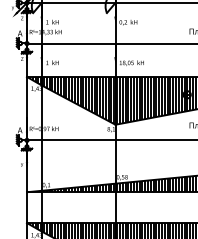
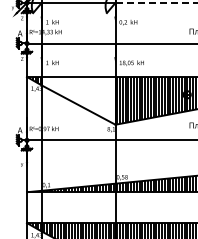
line at (156, 2): solid -> dashed
hatch at (78, 100): present -> none
